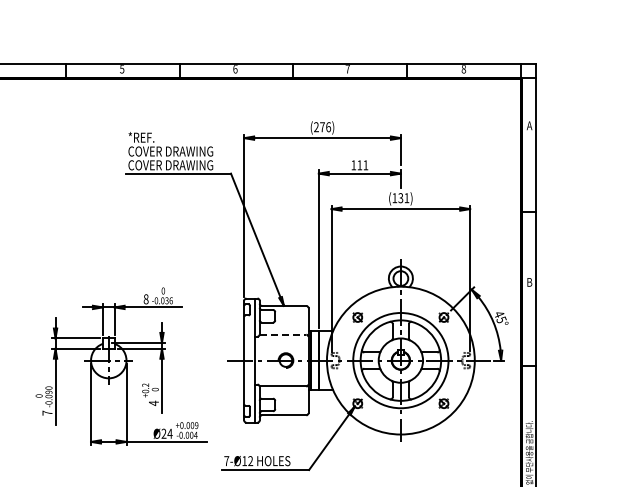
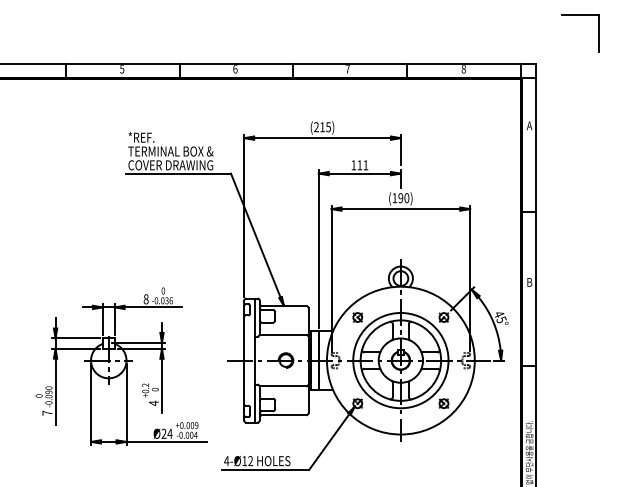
part at (580, 15): none -> present
text at (325, 127): (276) -> (215)
text at (170, 151): COVER DRAWING -> TERMINAL BOX &
text at (403, 198): (131) -> (190)
line at (283, 334): dashed -> solid
text at (226, 461): 7-Ø12 -> 4-Ø12
